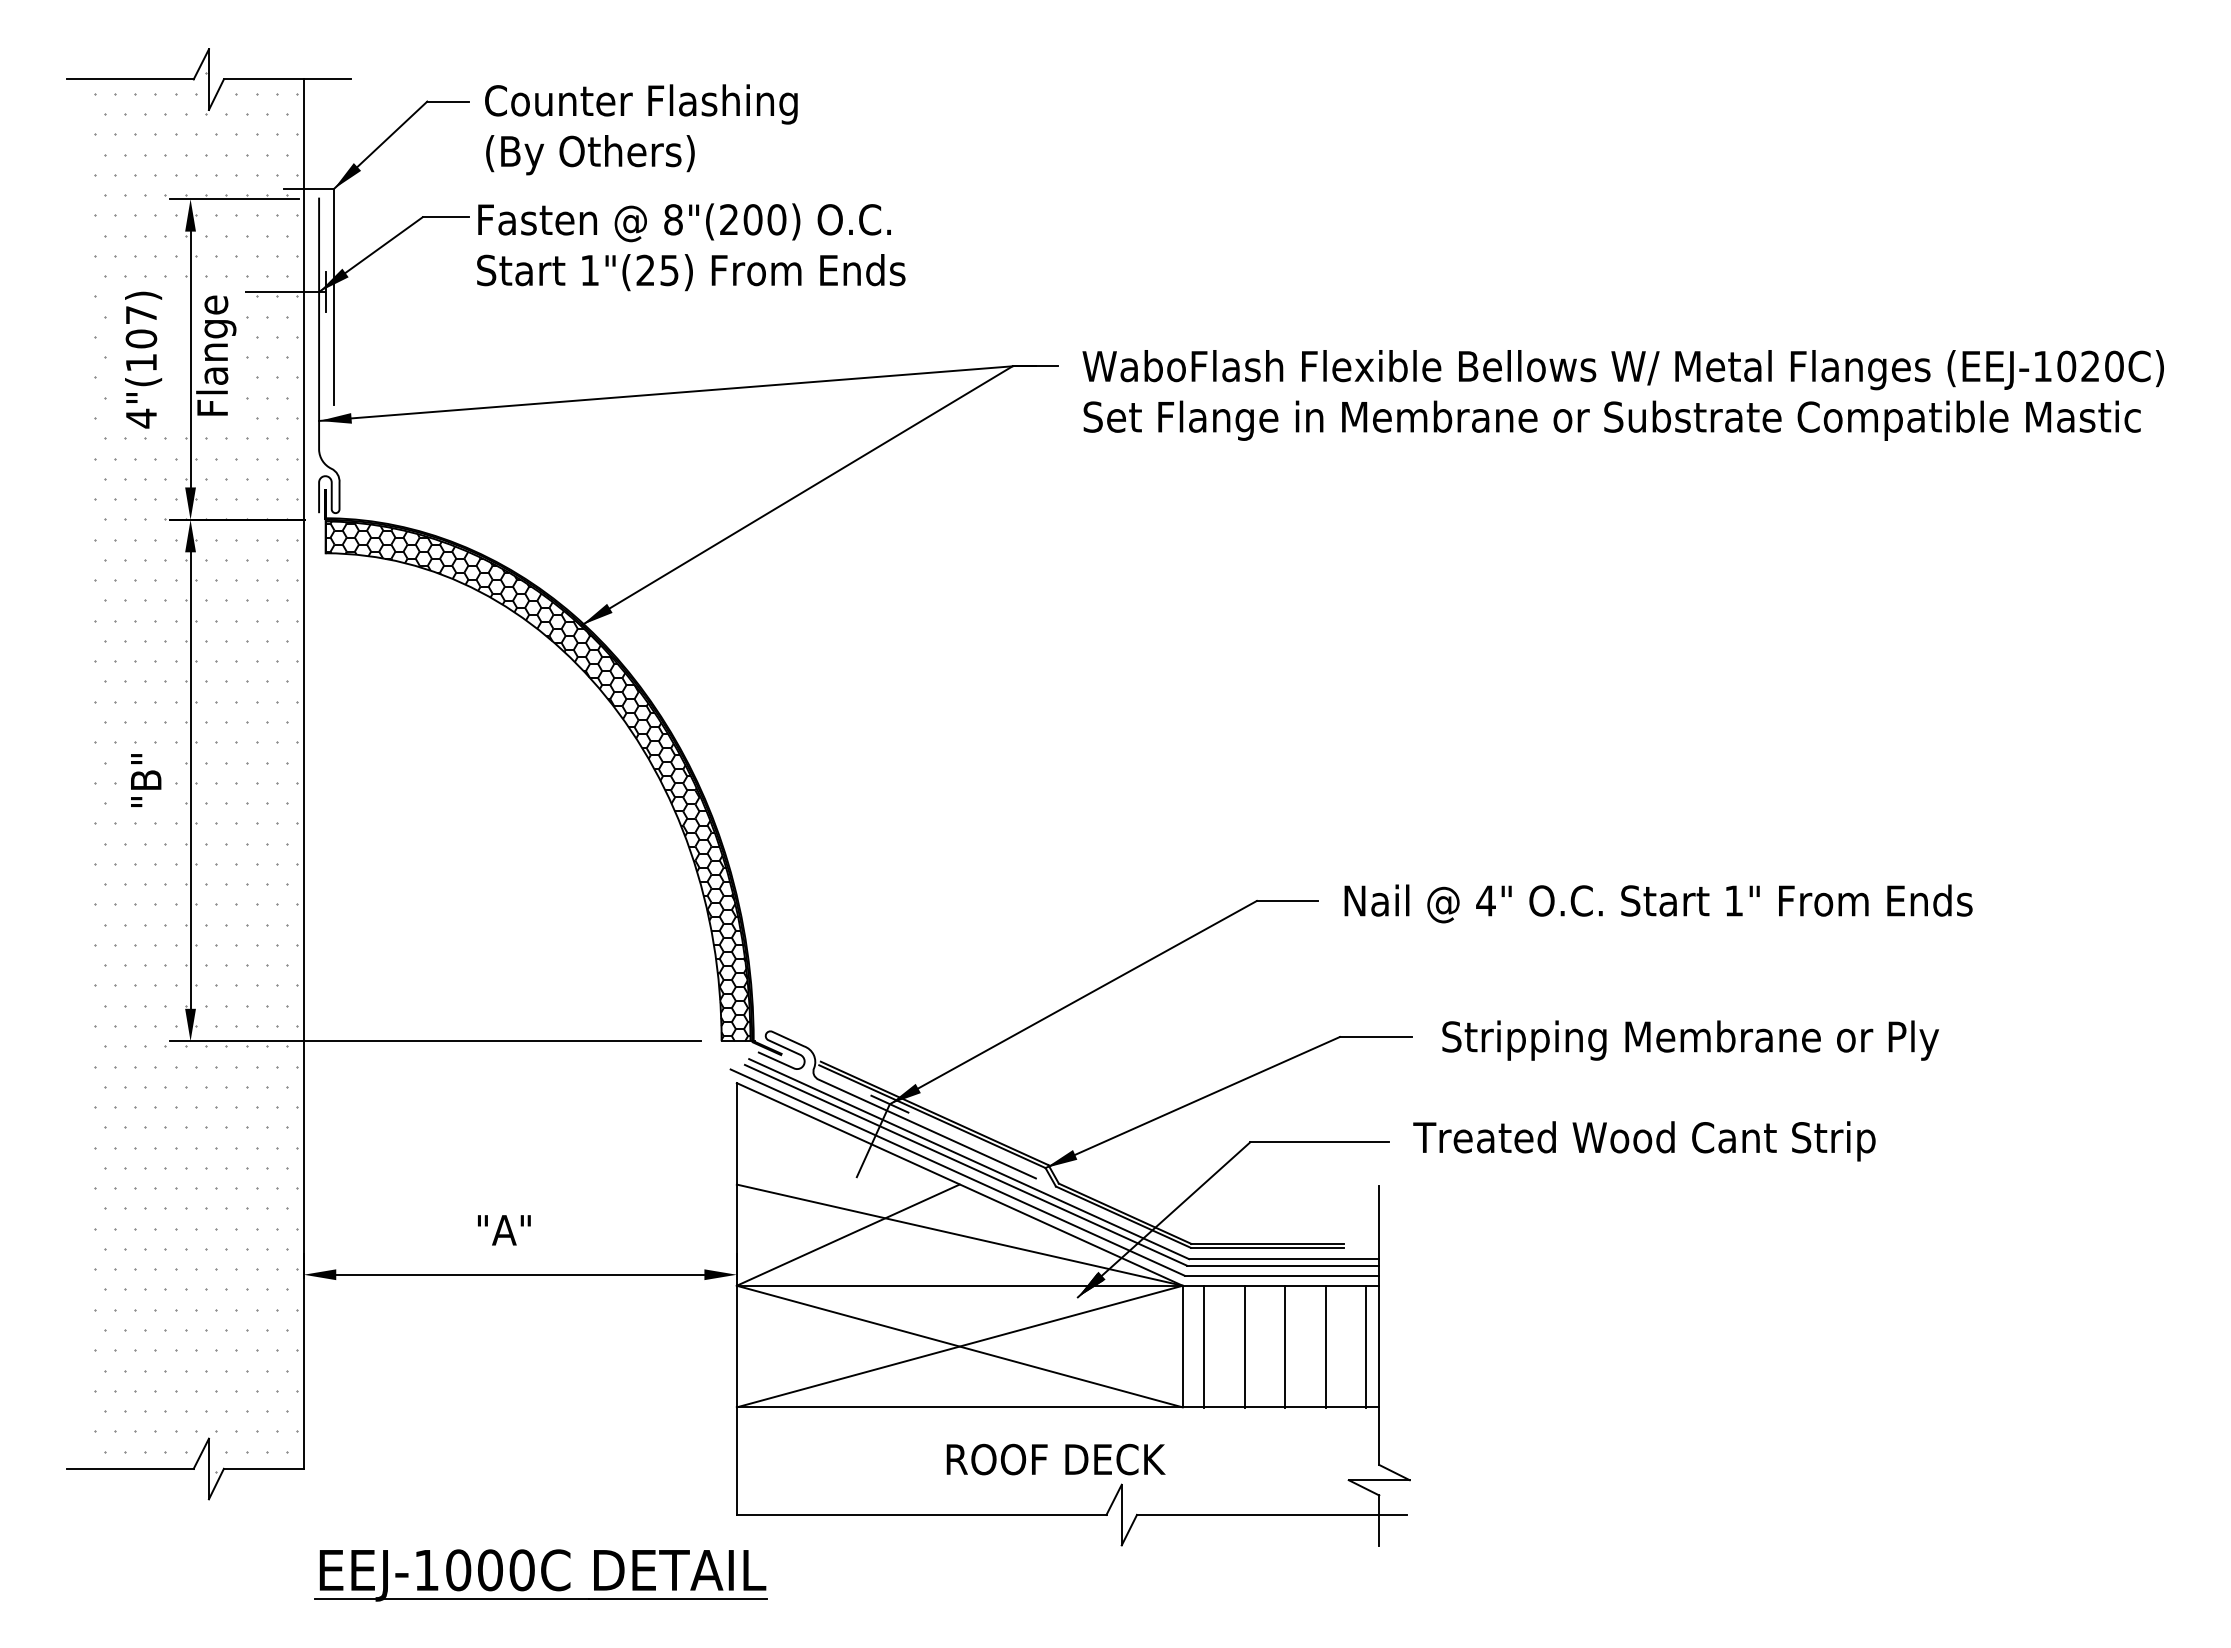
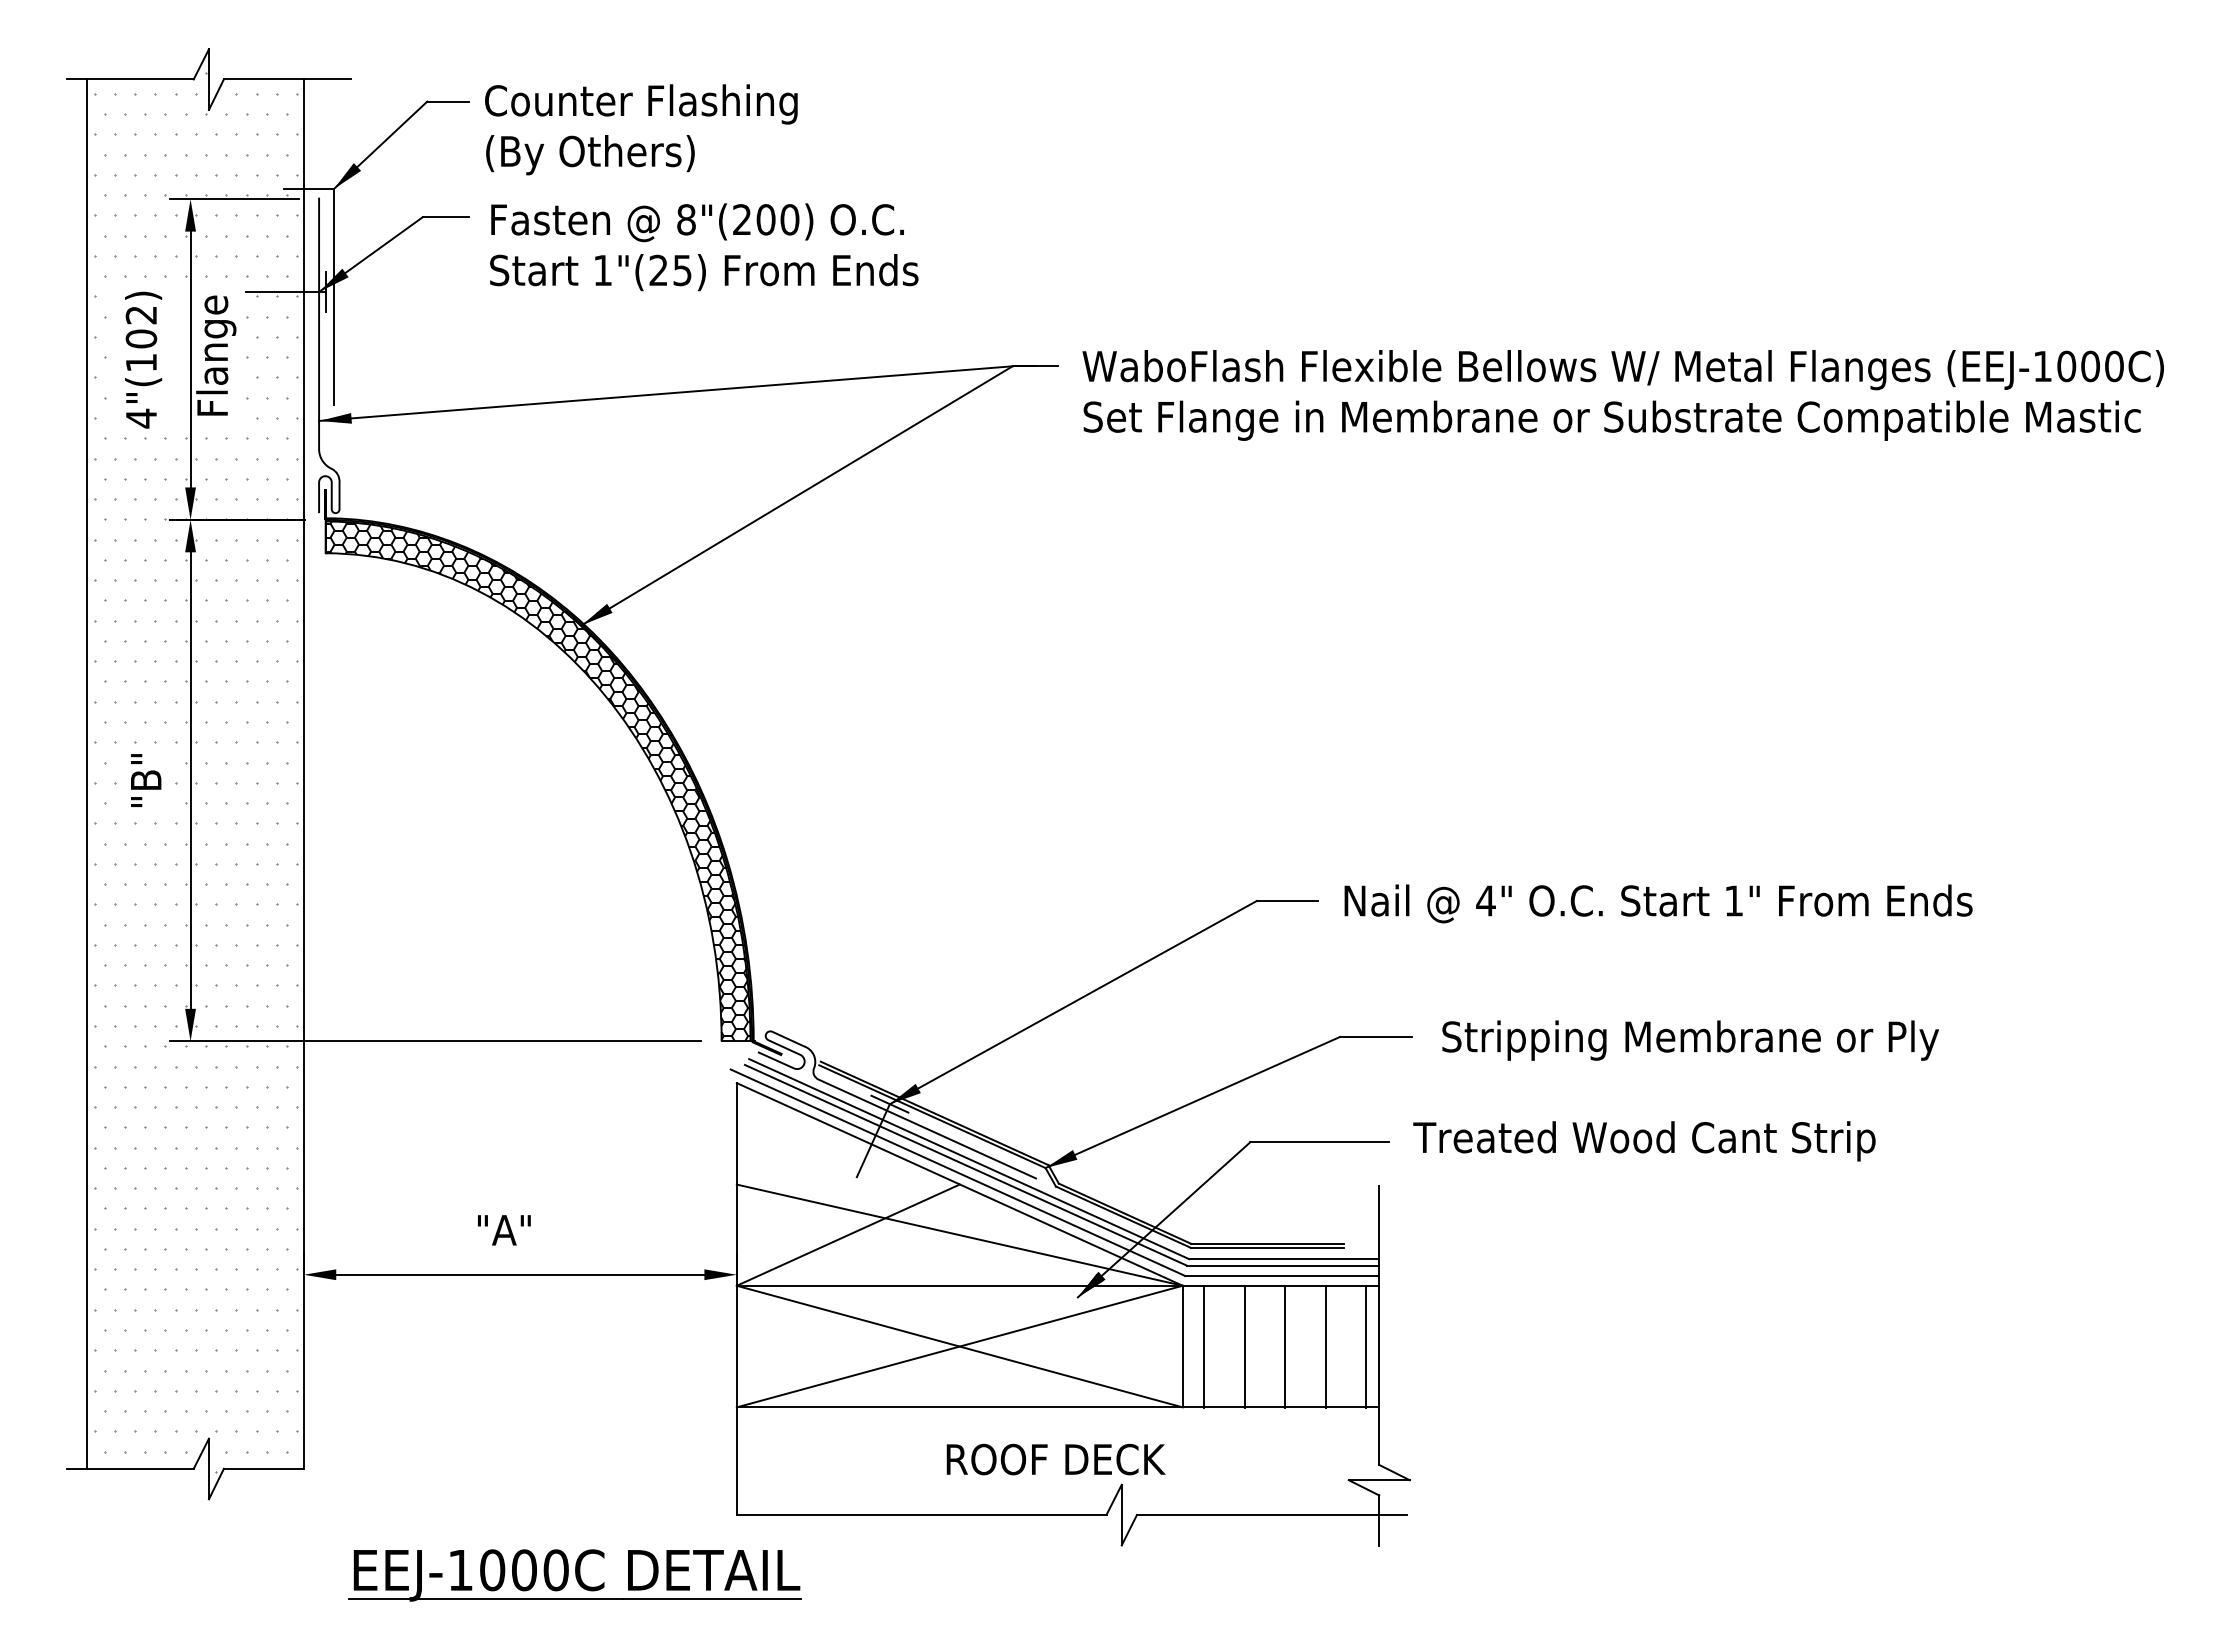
text at (691, 247) position: (691, 247) -> (704, 247)
text at (140, 315): 4"(107) -> 4"(102)
text at (2090, 366): (EEJ-1020C) -> (EEJ-1000C)
line at (86, 773): none -> present
part at (540, 1575) position: (540, 1575) -> (574, 1575)
